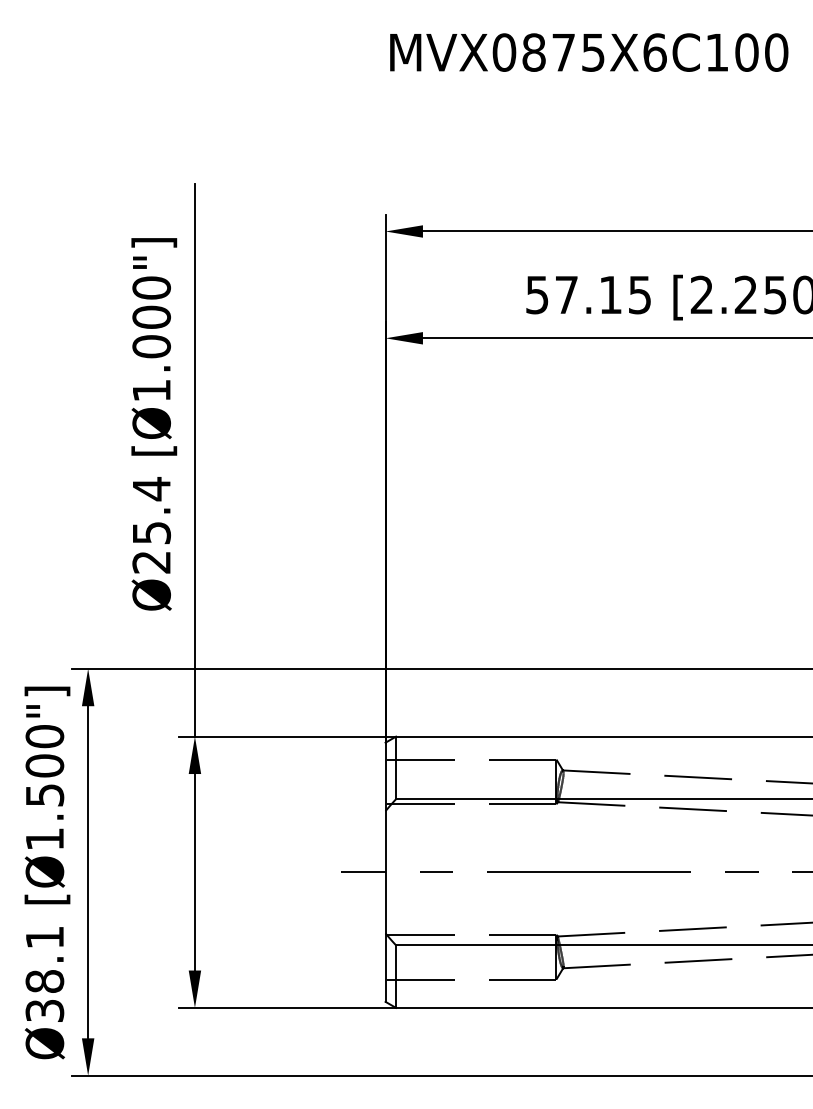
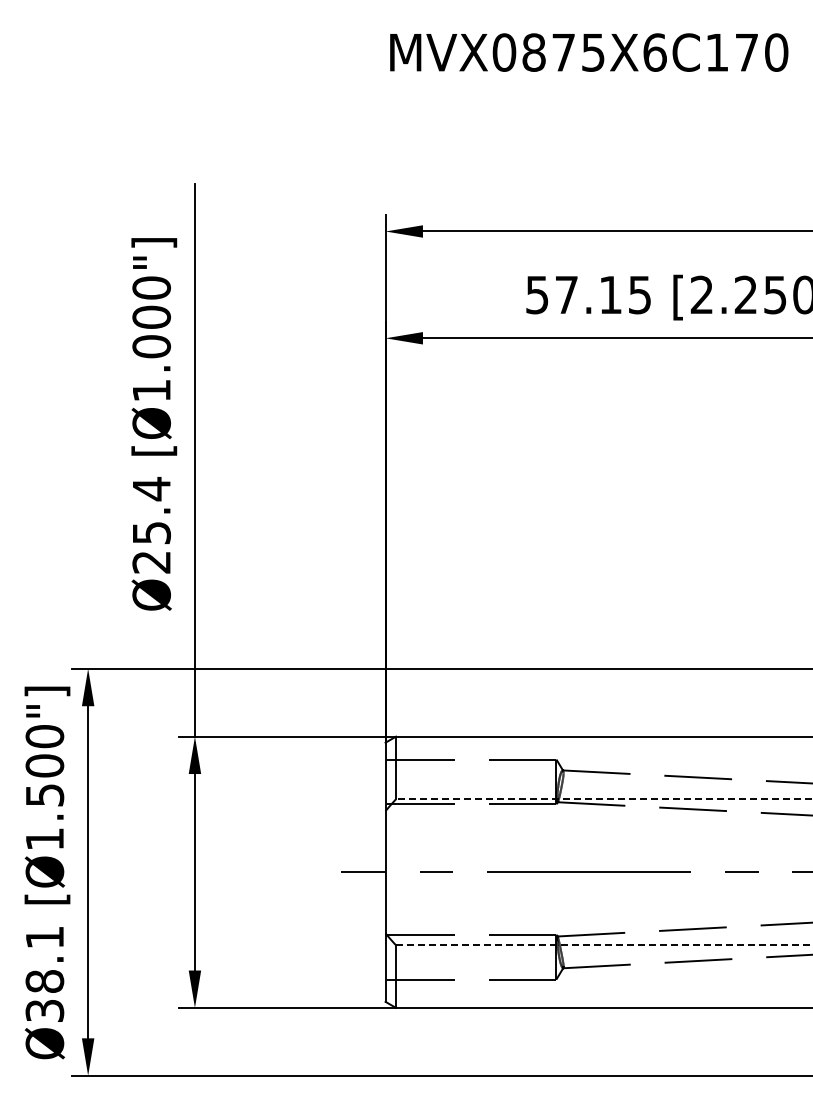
text at (746, 52): MVX0875X6C100 -> MVX0875X6C170
line at (604, 799): solid -> dashed
line at (605, 945): solid -> dashed
